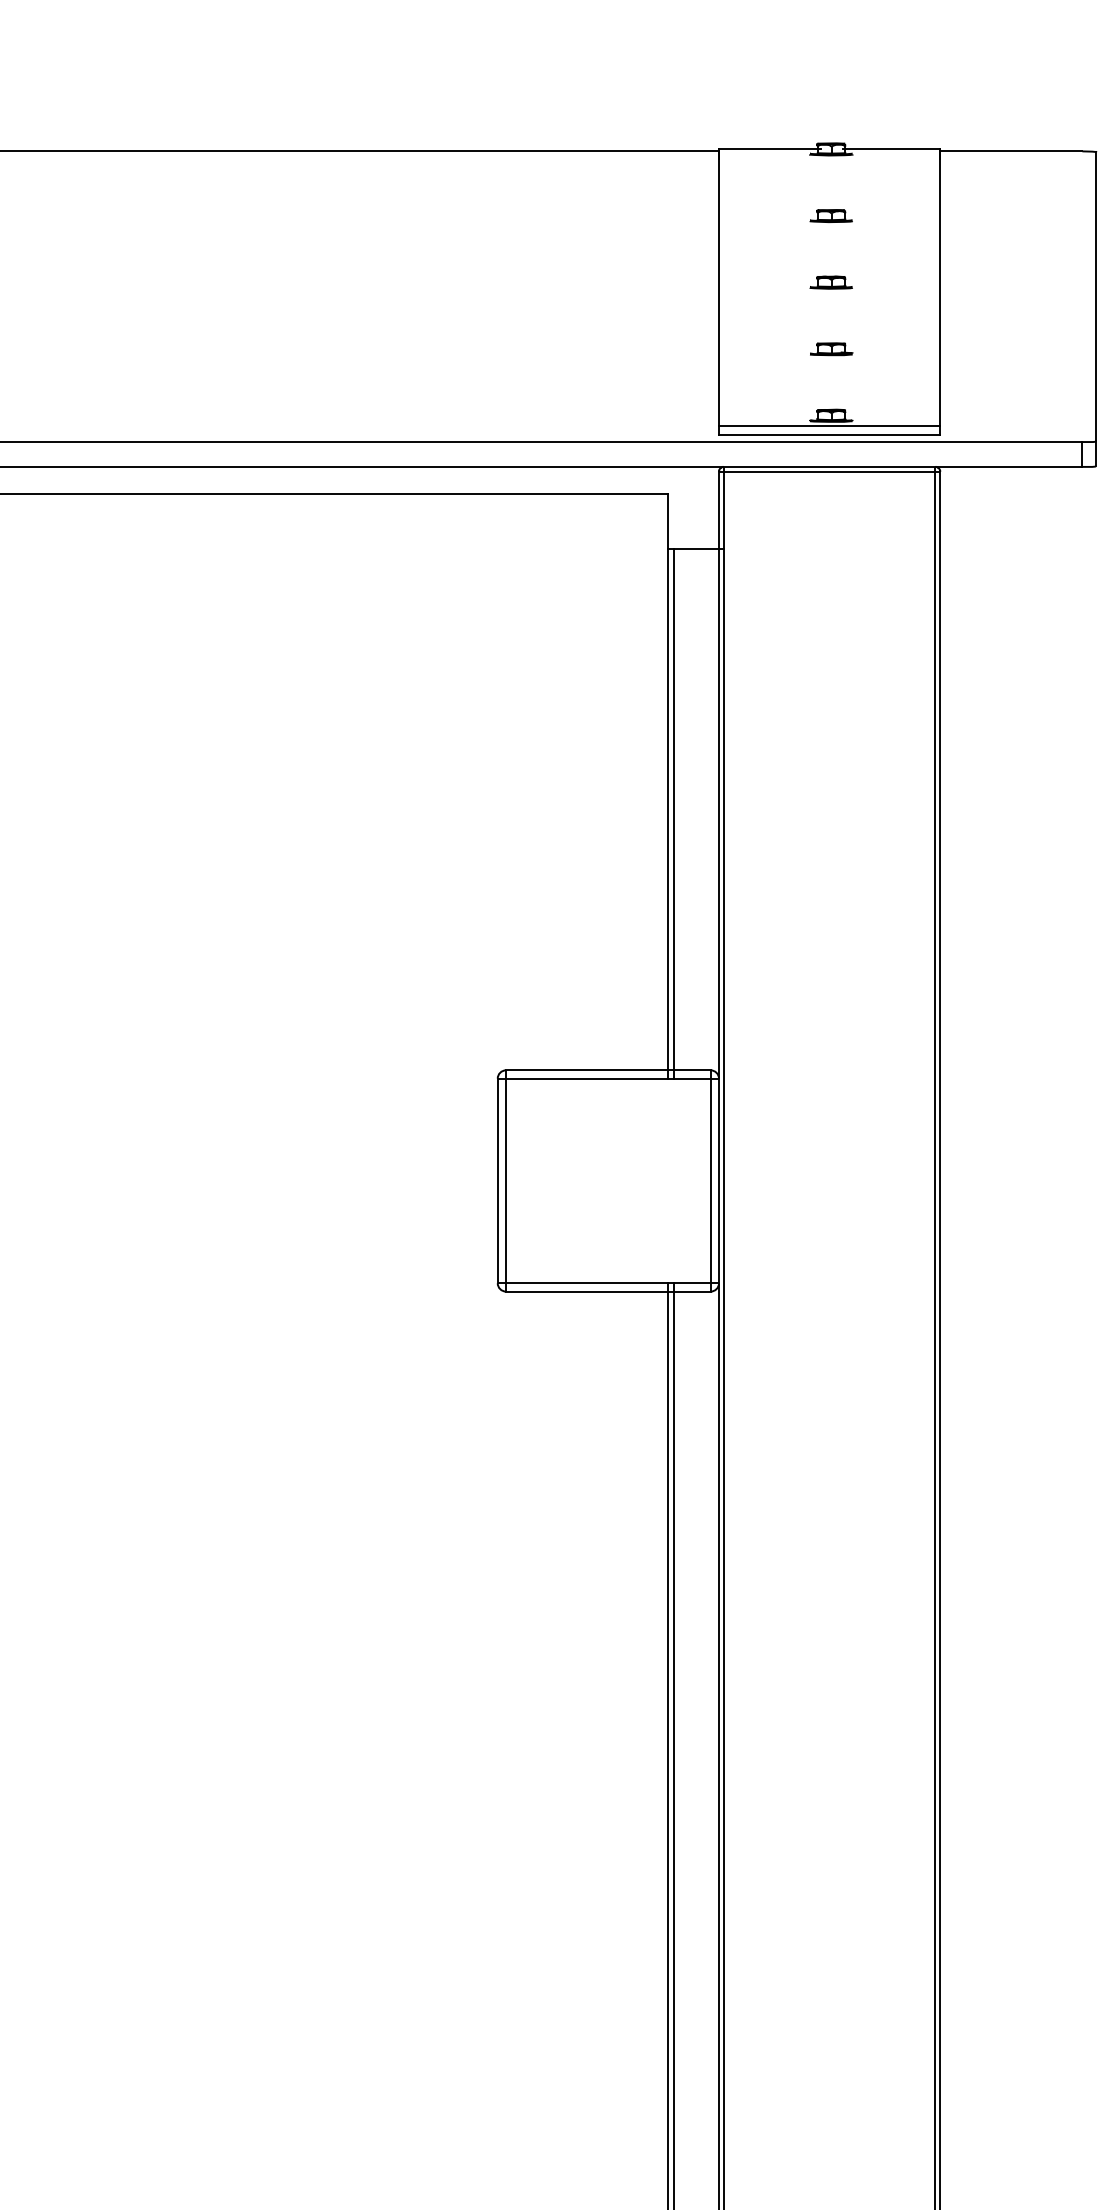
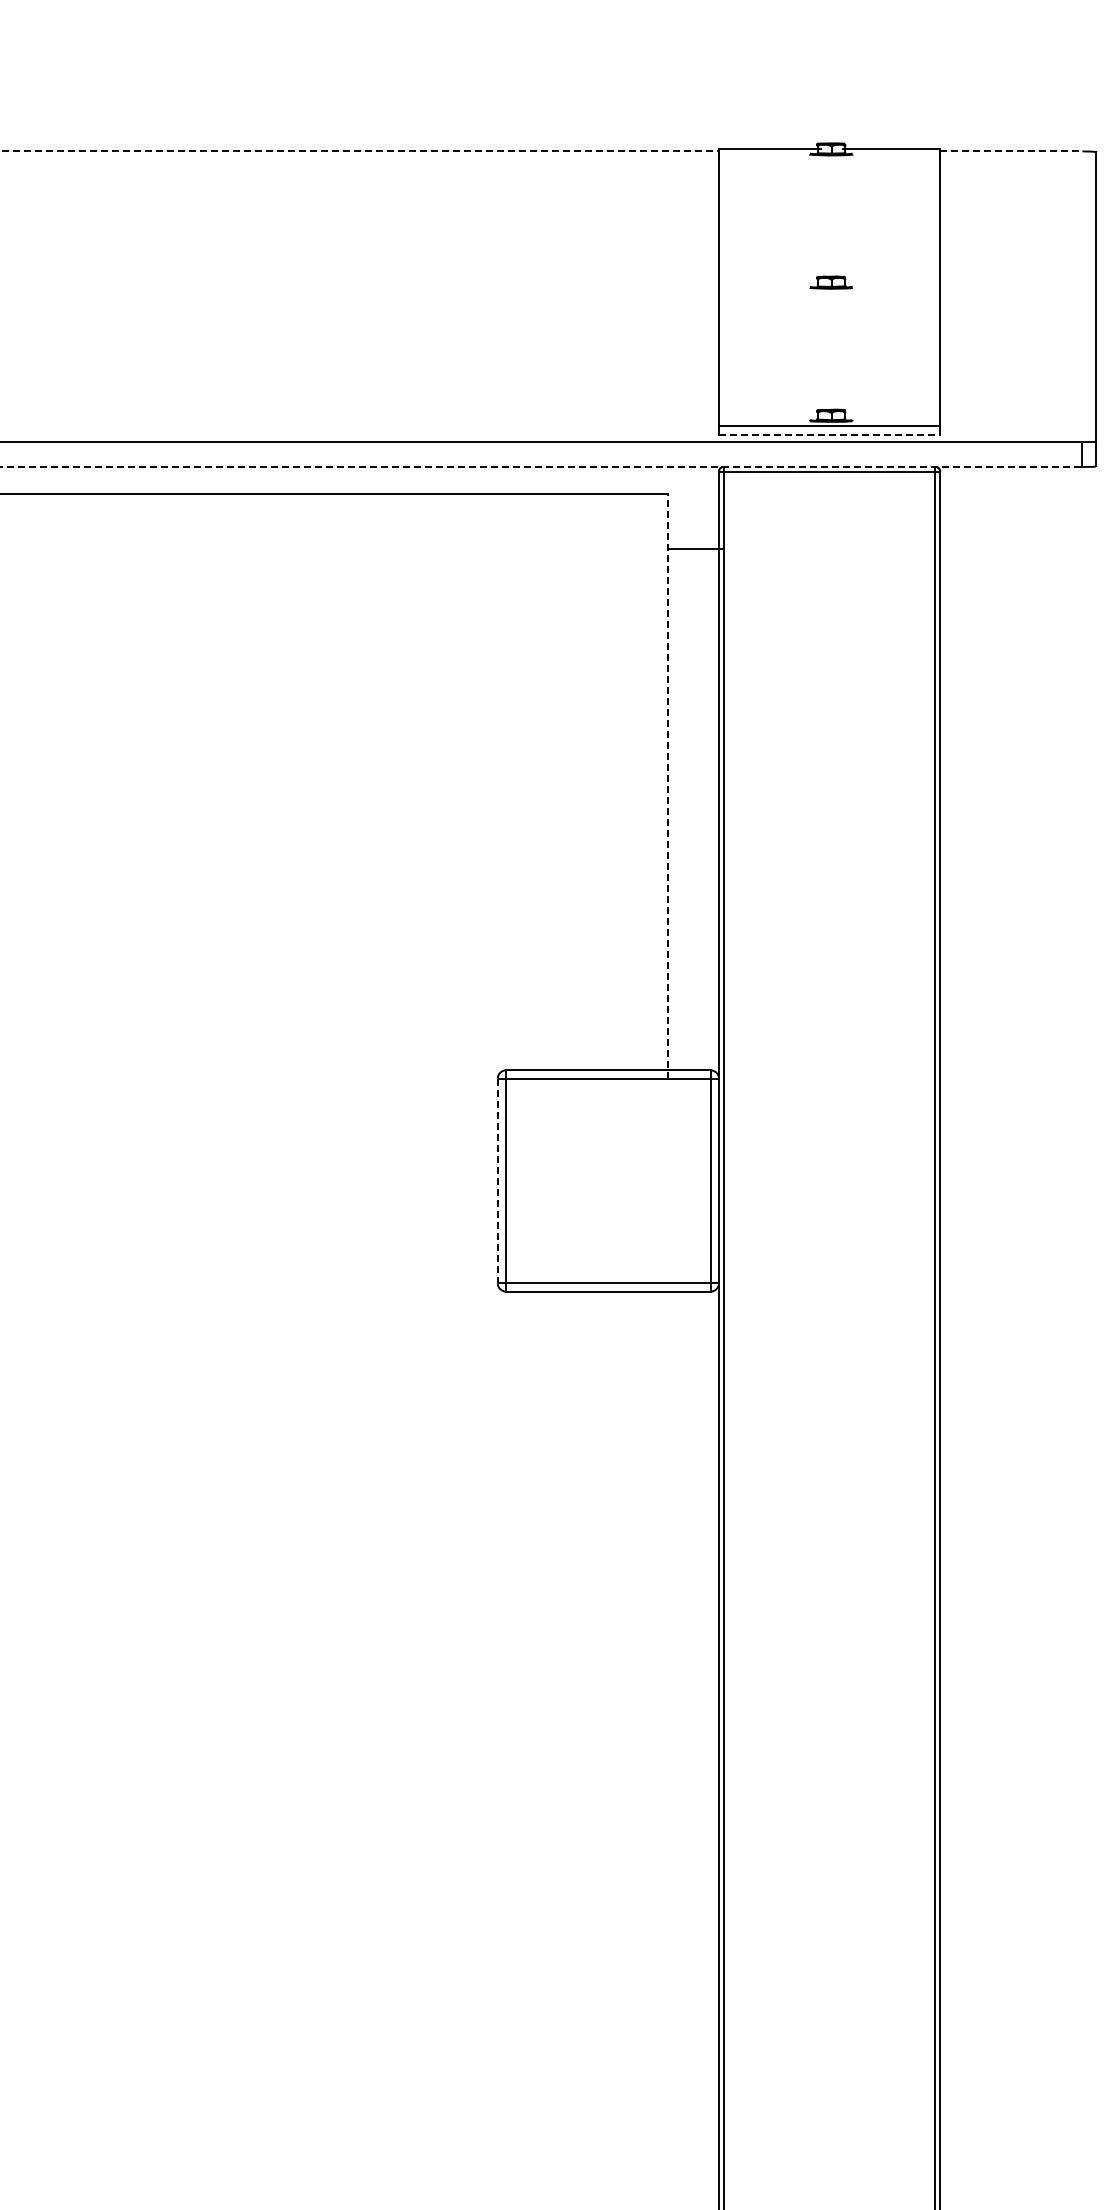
line at (360, 151): solid -> dashed
line at (1011, 151): solid -> dashed
part at (830, 215): present -> none
part at (831, 349): present -> none
line at (829, 435): solid -> dashed
line at (541, 466): solid -> dashed
line at (667, 785): solid -> dashed
line at (674, 813): present -> none
line at (497, 1181): solid -> dashed
line at (667, 1744): present -> none
line at (674, 1744): present -> none
